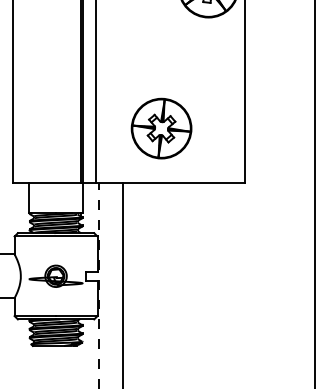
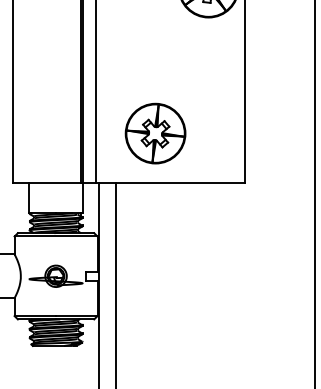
part at (161, 128) position: (161, 128) -> (155, 133)
line at (122, 284) position: (122, 284) -> (115, 284)
line at (99, 285): dashed -> solid
